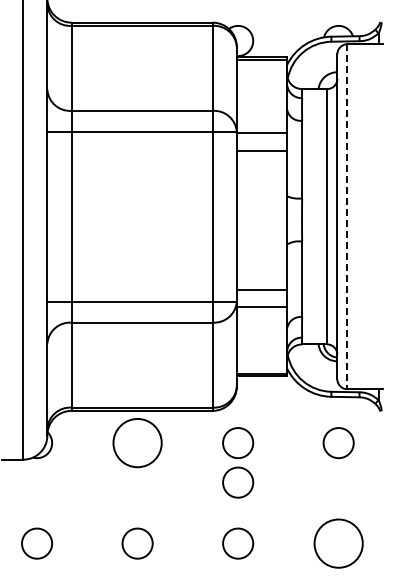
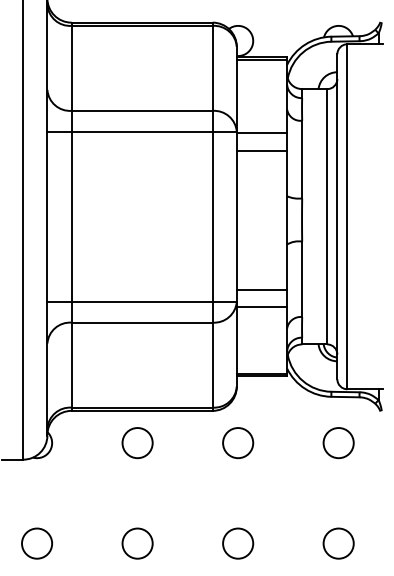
line at (347, 216): dashed -> solid
circle at (137, 442) diameter: 48 px -> 30 px
circle at (238, 482): present -> none
circle at (338, 543) diameter: 48 px -> 30 px
